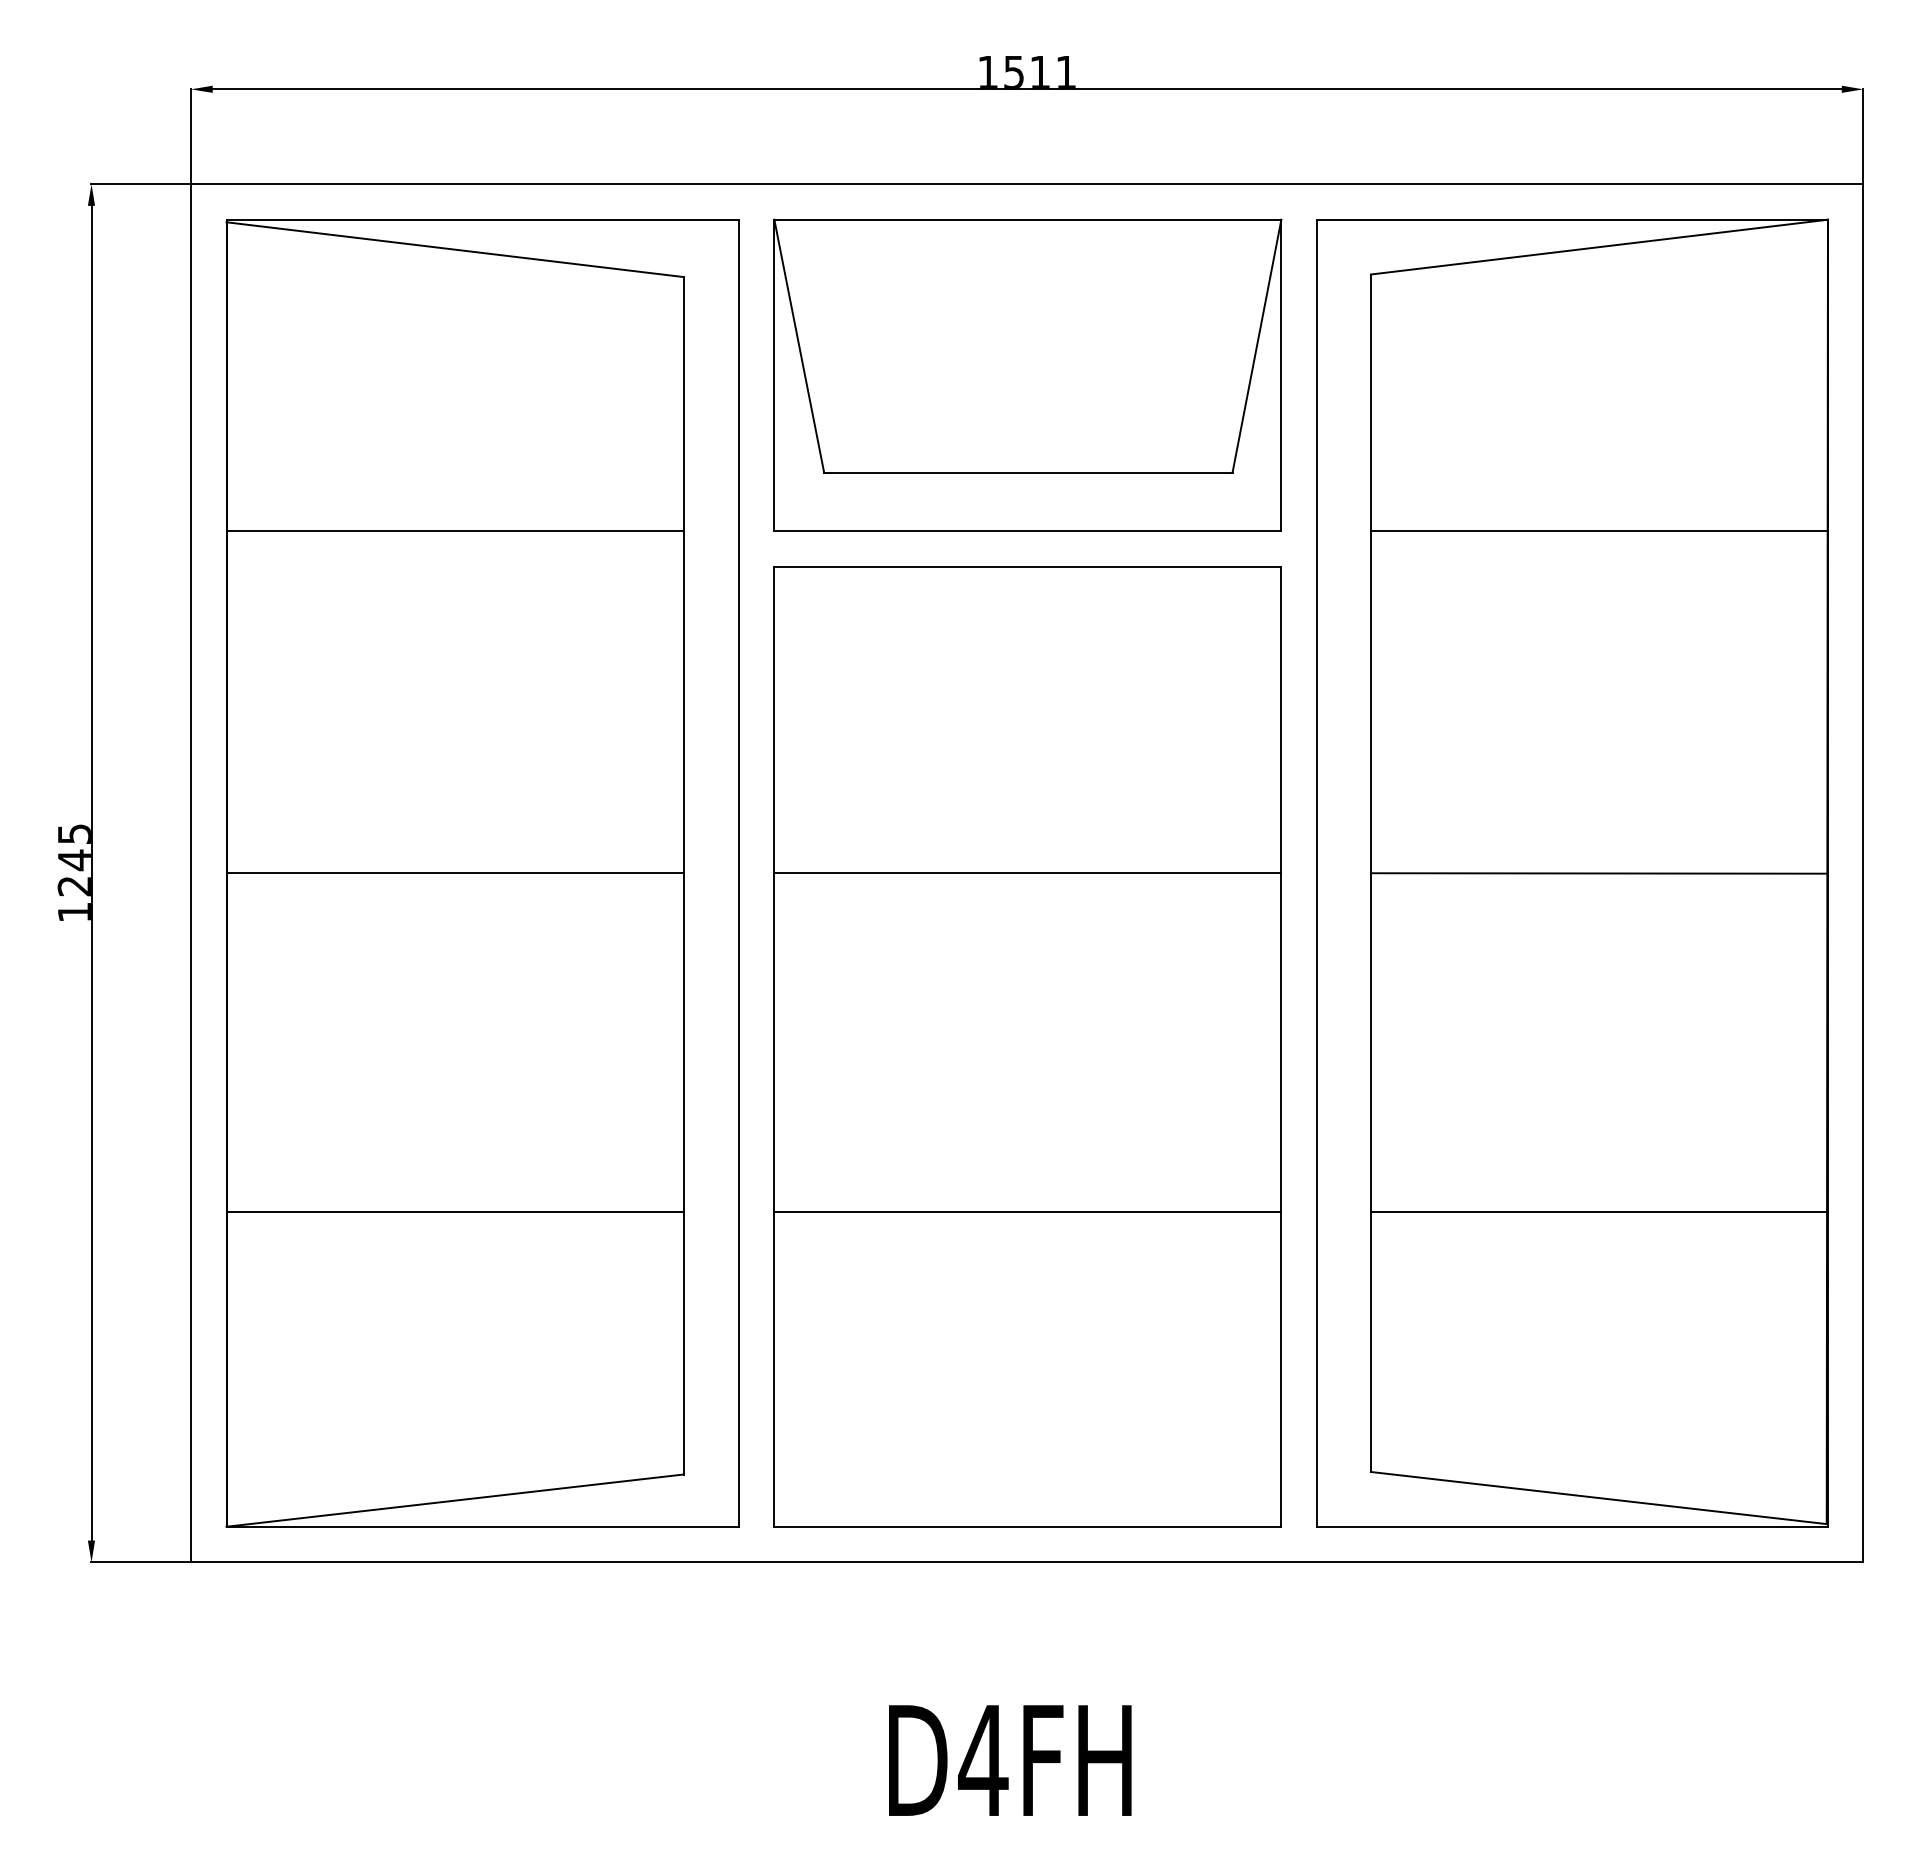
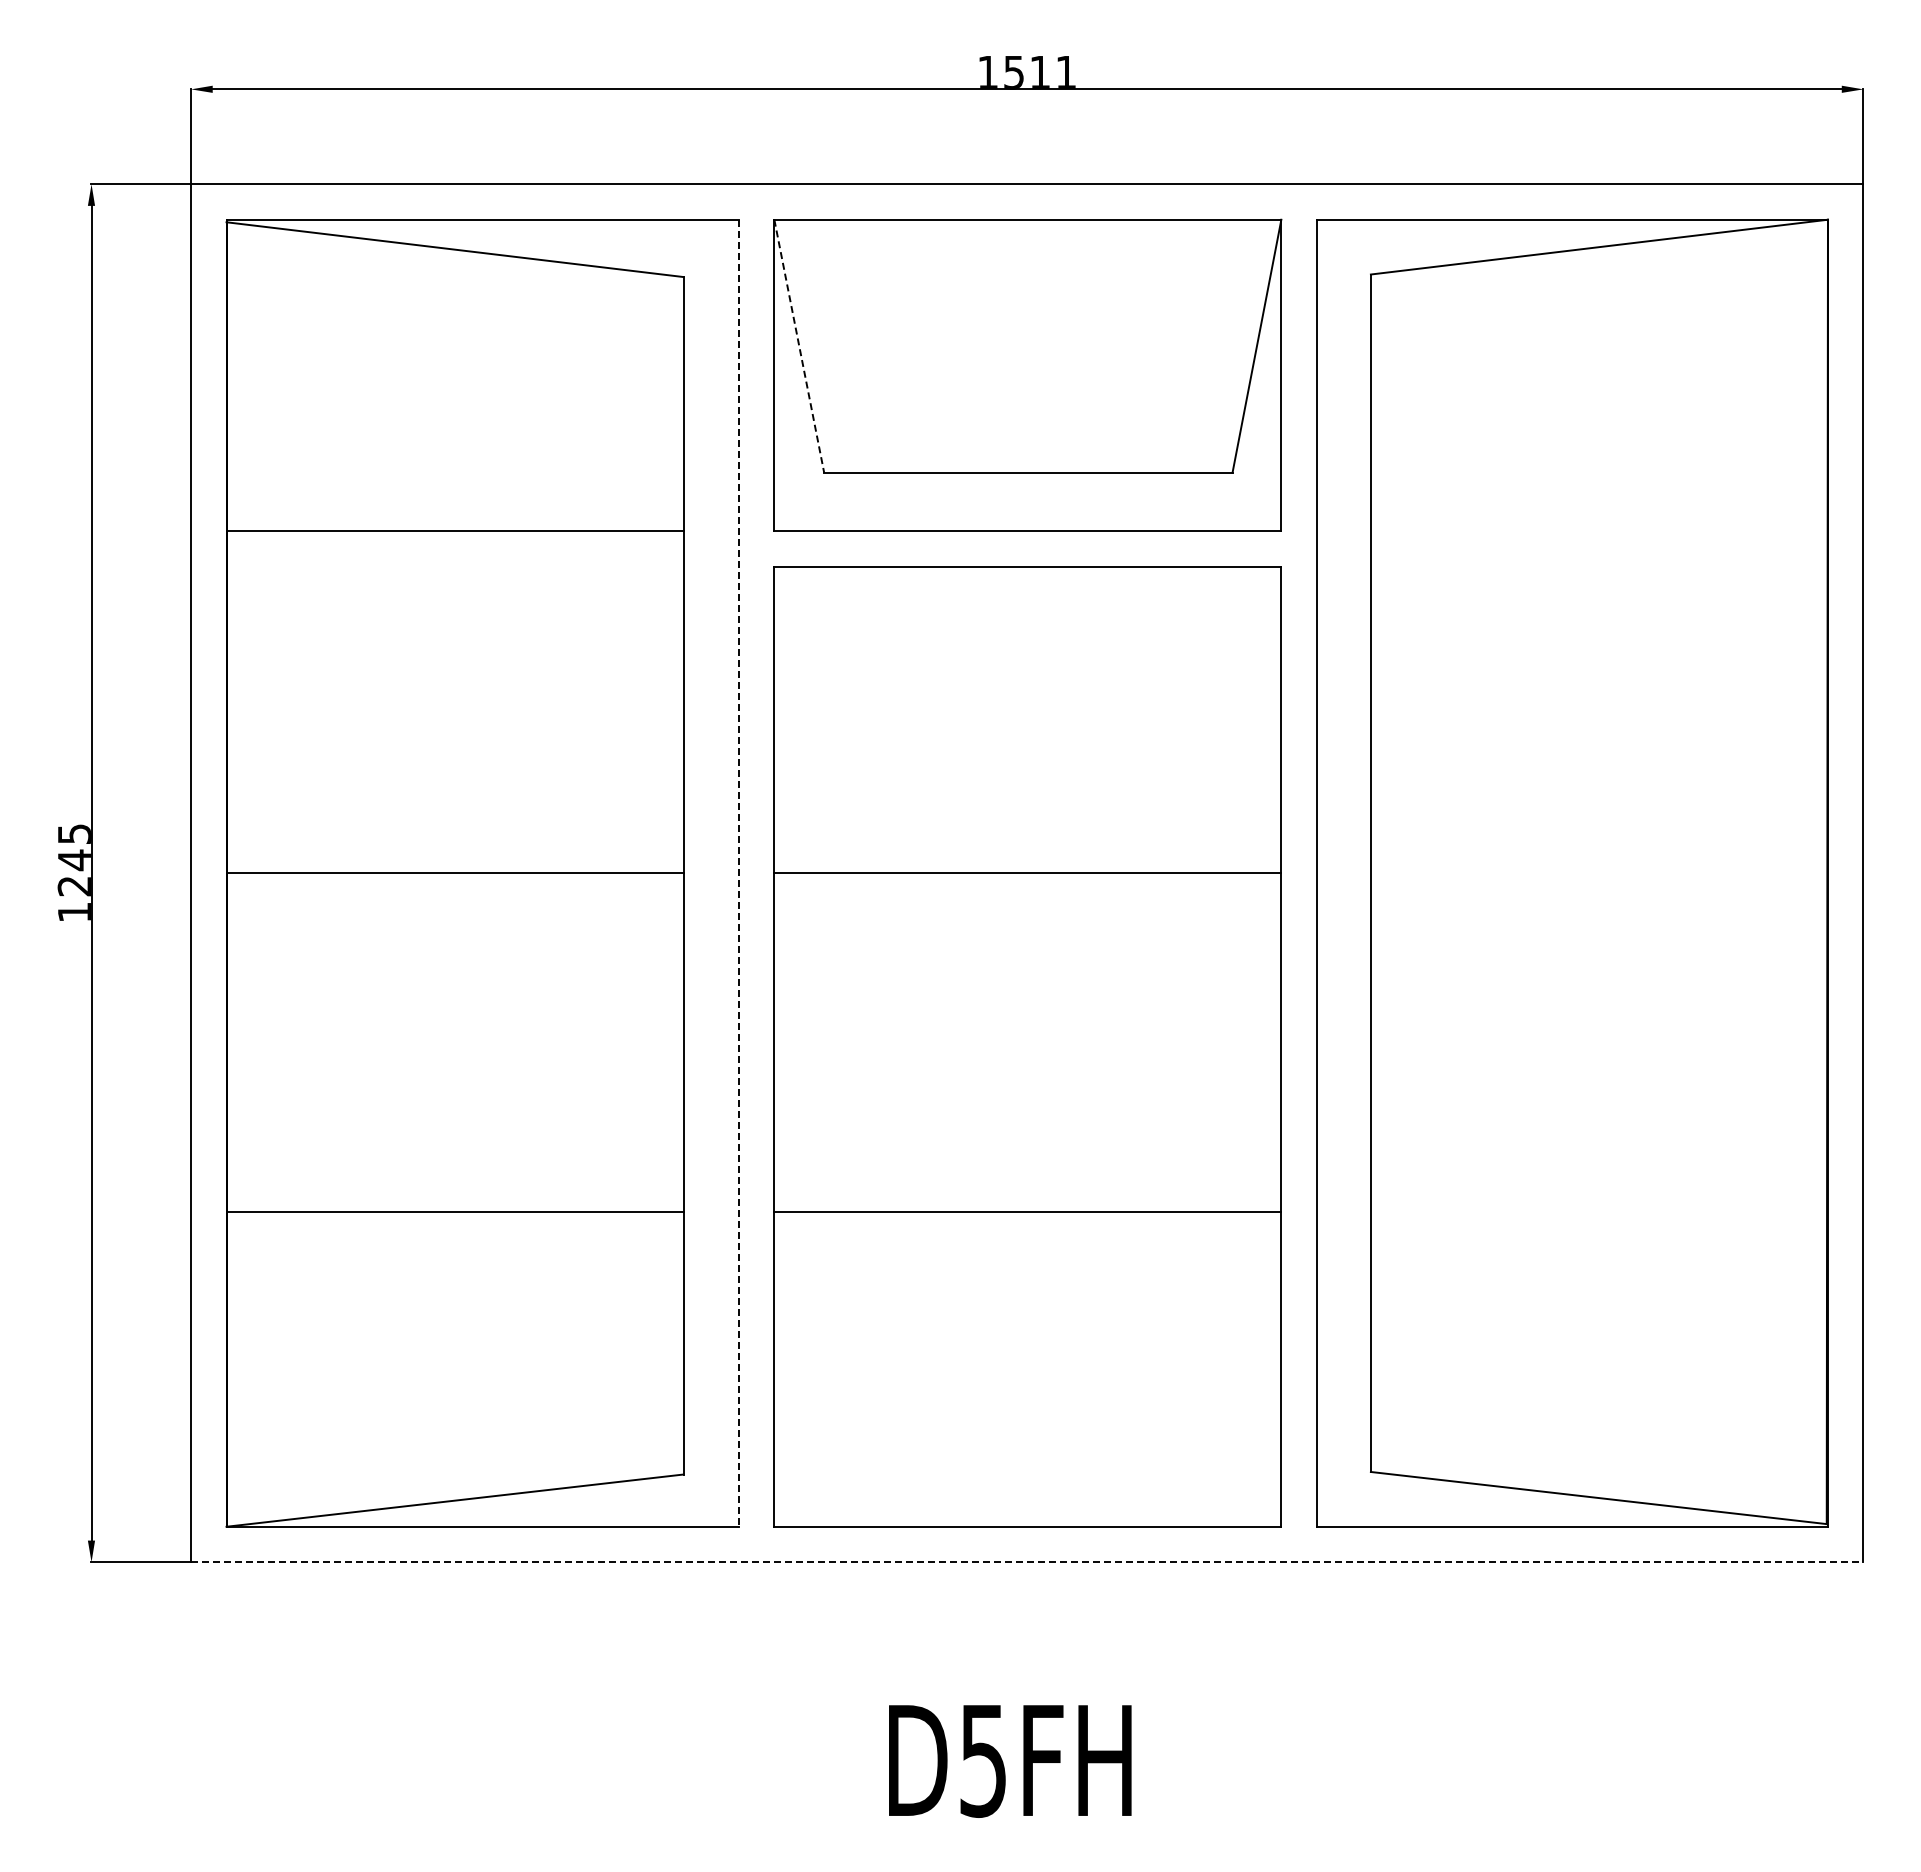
line at (799, 346): solid -> dashed
line at (1598, 531): present -> none
line at (738, 873): solid -> dashed
line at (1598, 873): present -> none
line at (1598, 1212): present -> none
line at (1027, 1562): solid -> dashed
text at (983, 1761): D4FH -> D5FH
